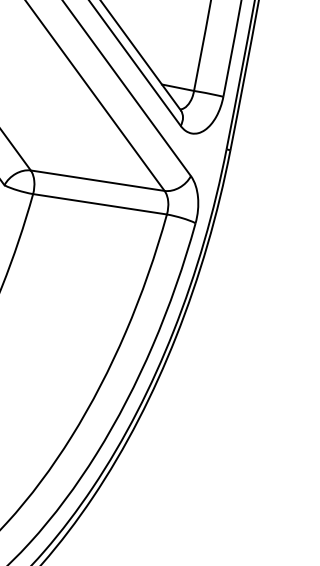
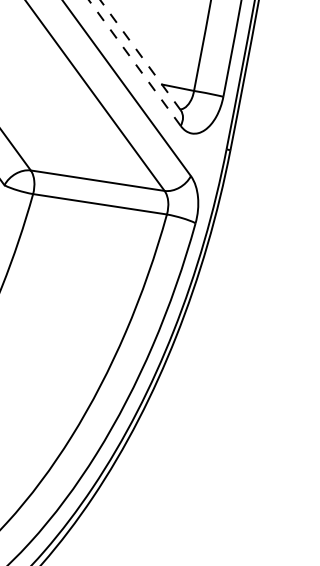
line at (140, 55): solid -> dashed
line at (134, 63): solid -> dashed
